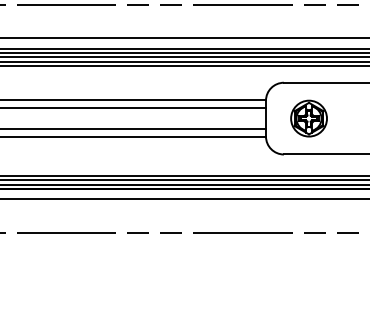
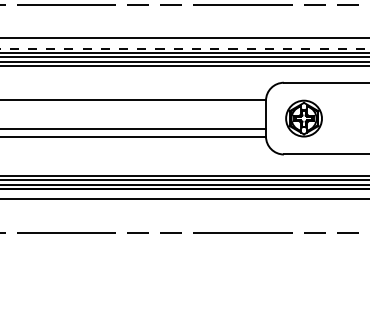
line at (185, 48): solid -> dashed
line at (134, 107): present -> none
part at (308, 118) position: (308, 118) -> (303, 118)
